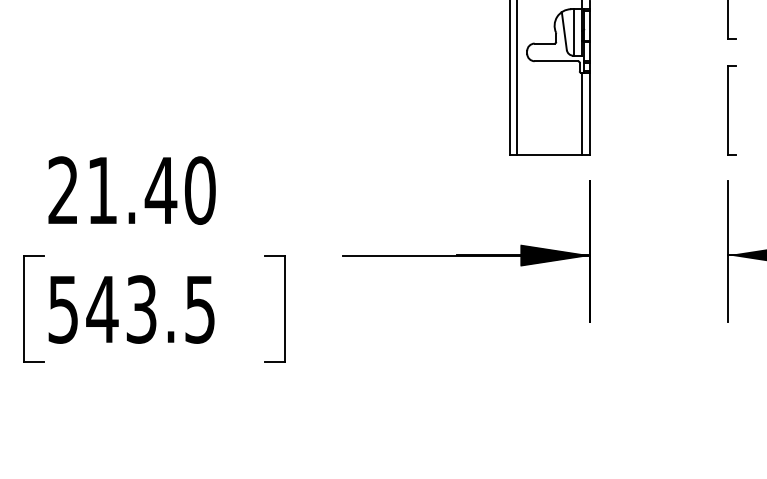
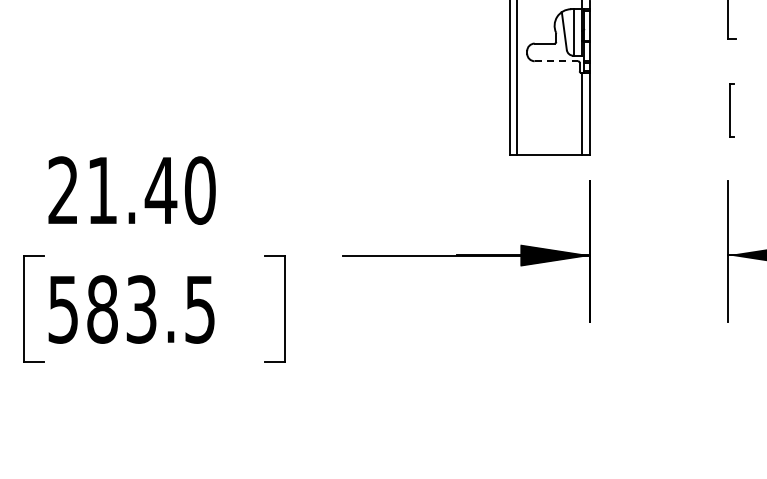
line at (556, 61): solid -> dashed
part at (731, 110) size: 10x91 px -> 6x55 px
text at (102, 309): 543.5 -> 583.5
